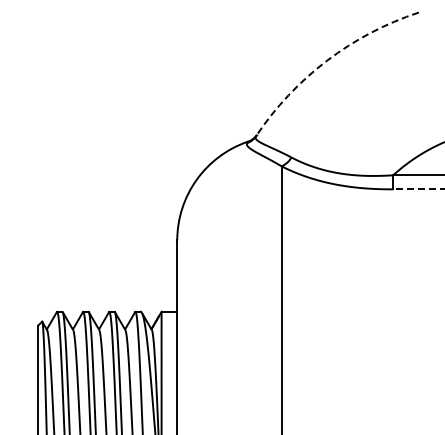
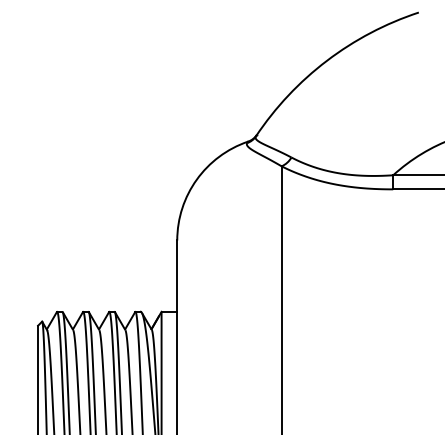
arc at (327, 60): dashed -> solid
line at (418, 189): dashed -> solid
